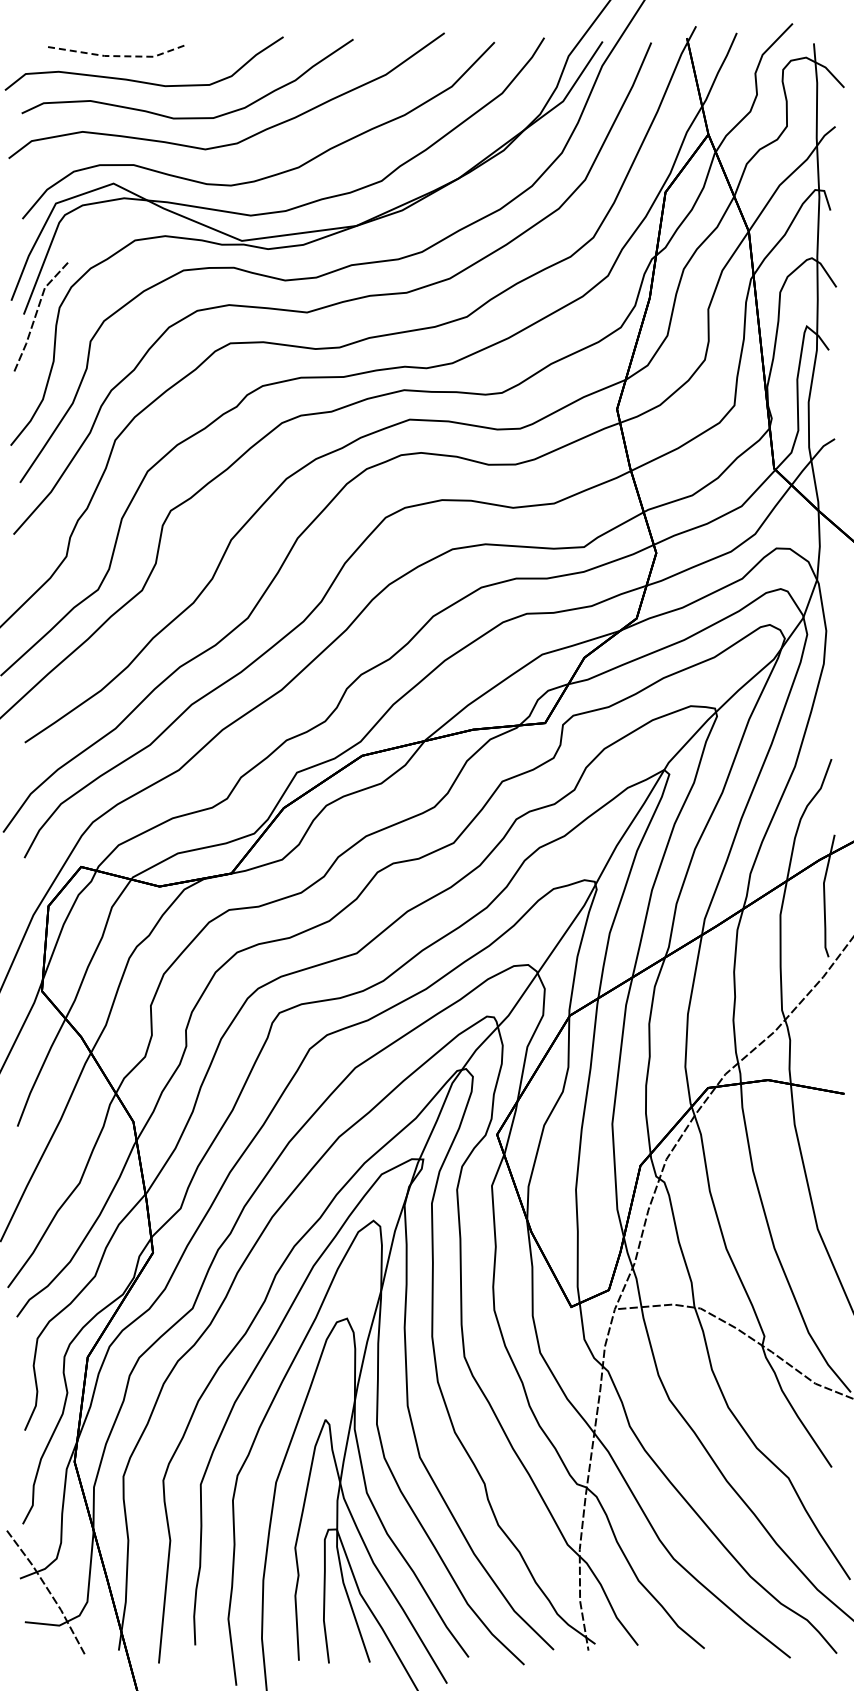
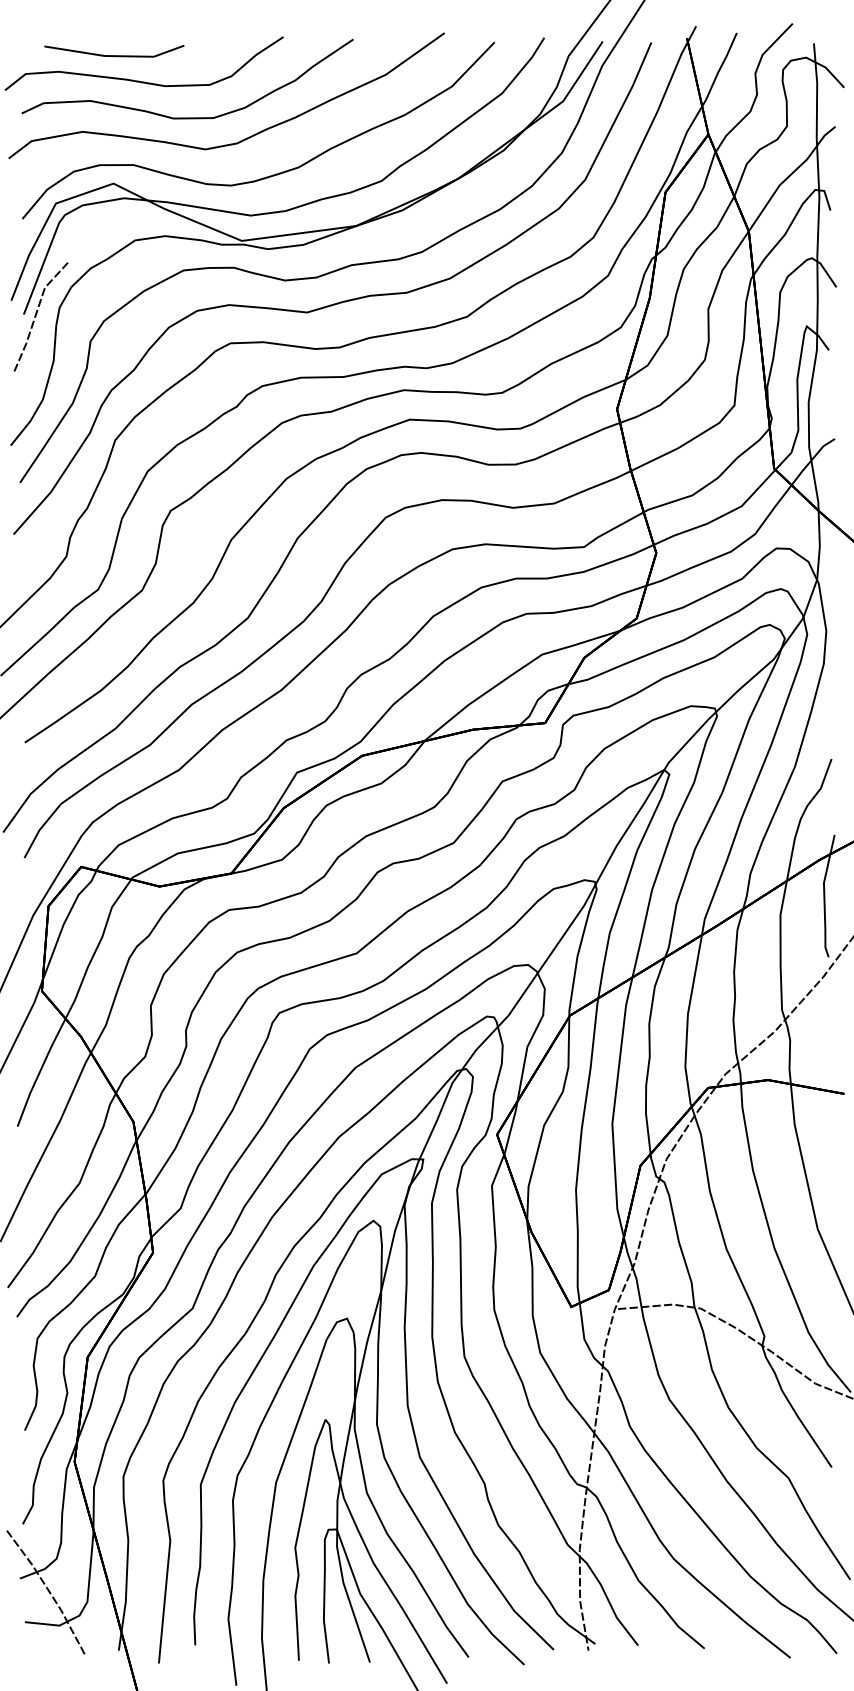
line at (115, 56): dashed -> solid
